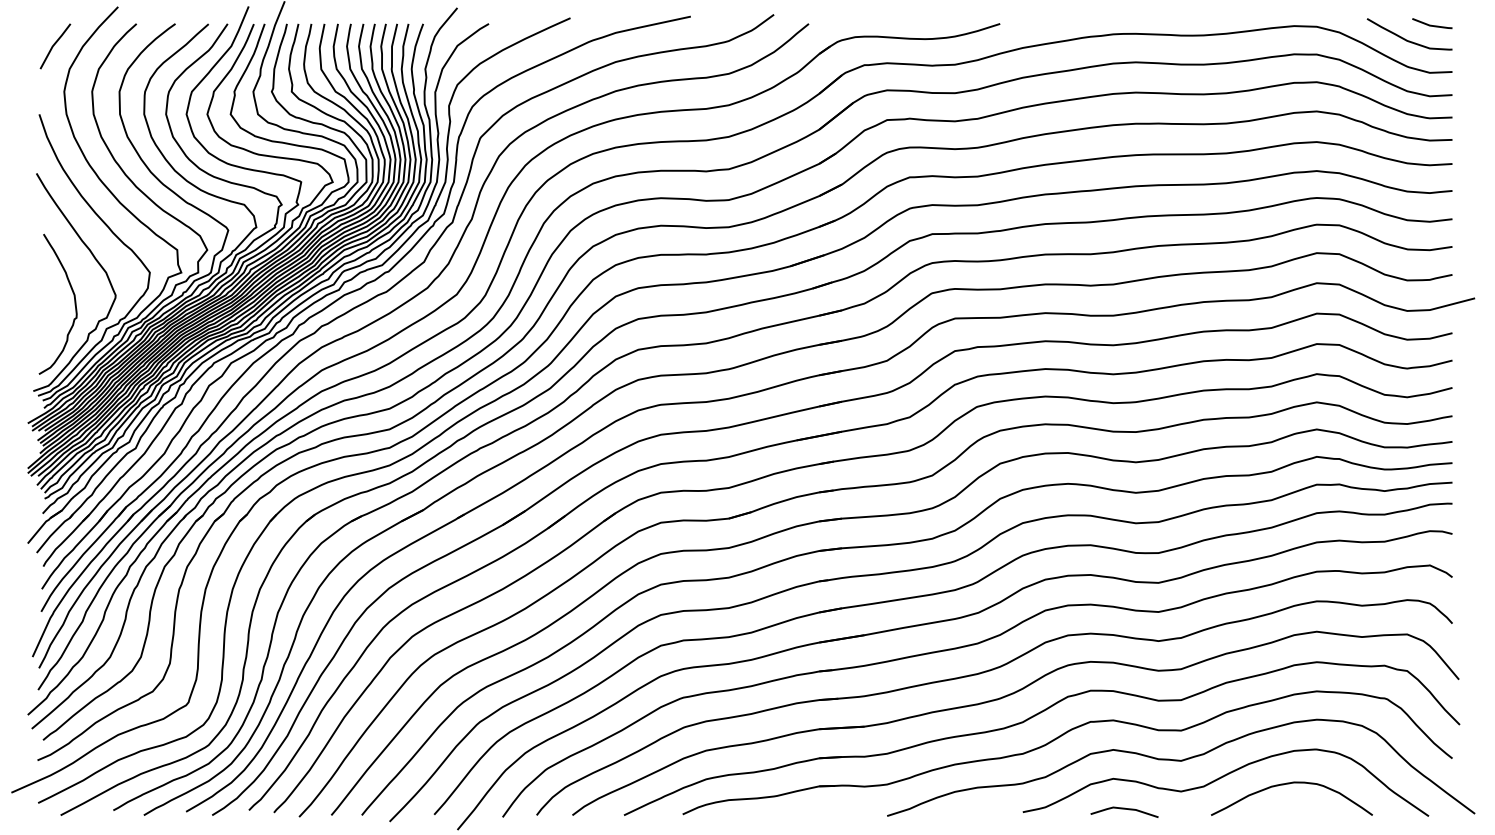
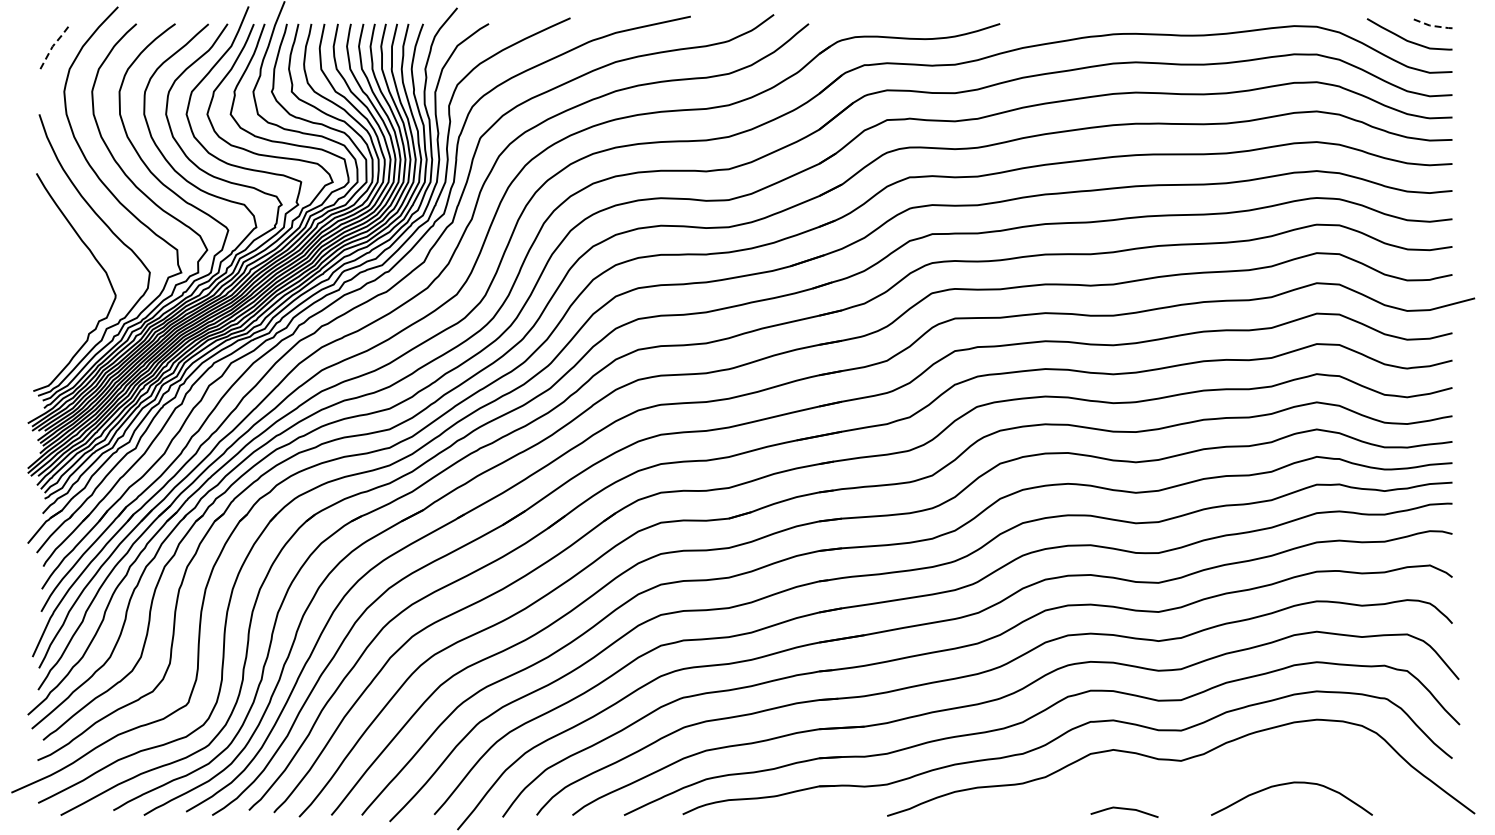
line at (1431, 25): solid -> dashed
line at (53, 45): solid -> dashed
curve at (74, 303): present -> none
curve at (1223, 777): present -> none
